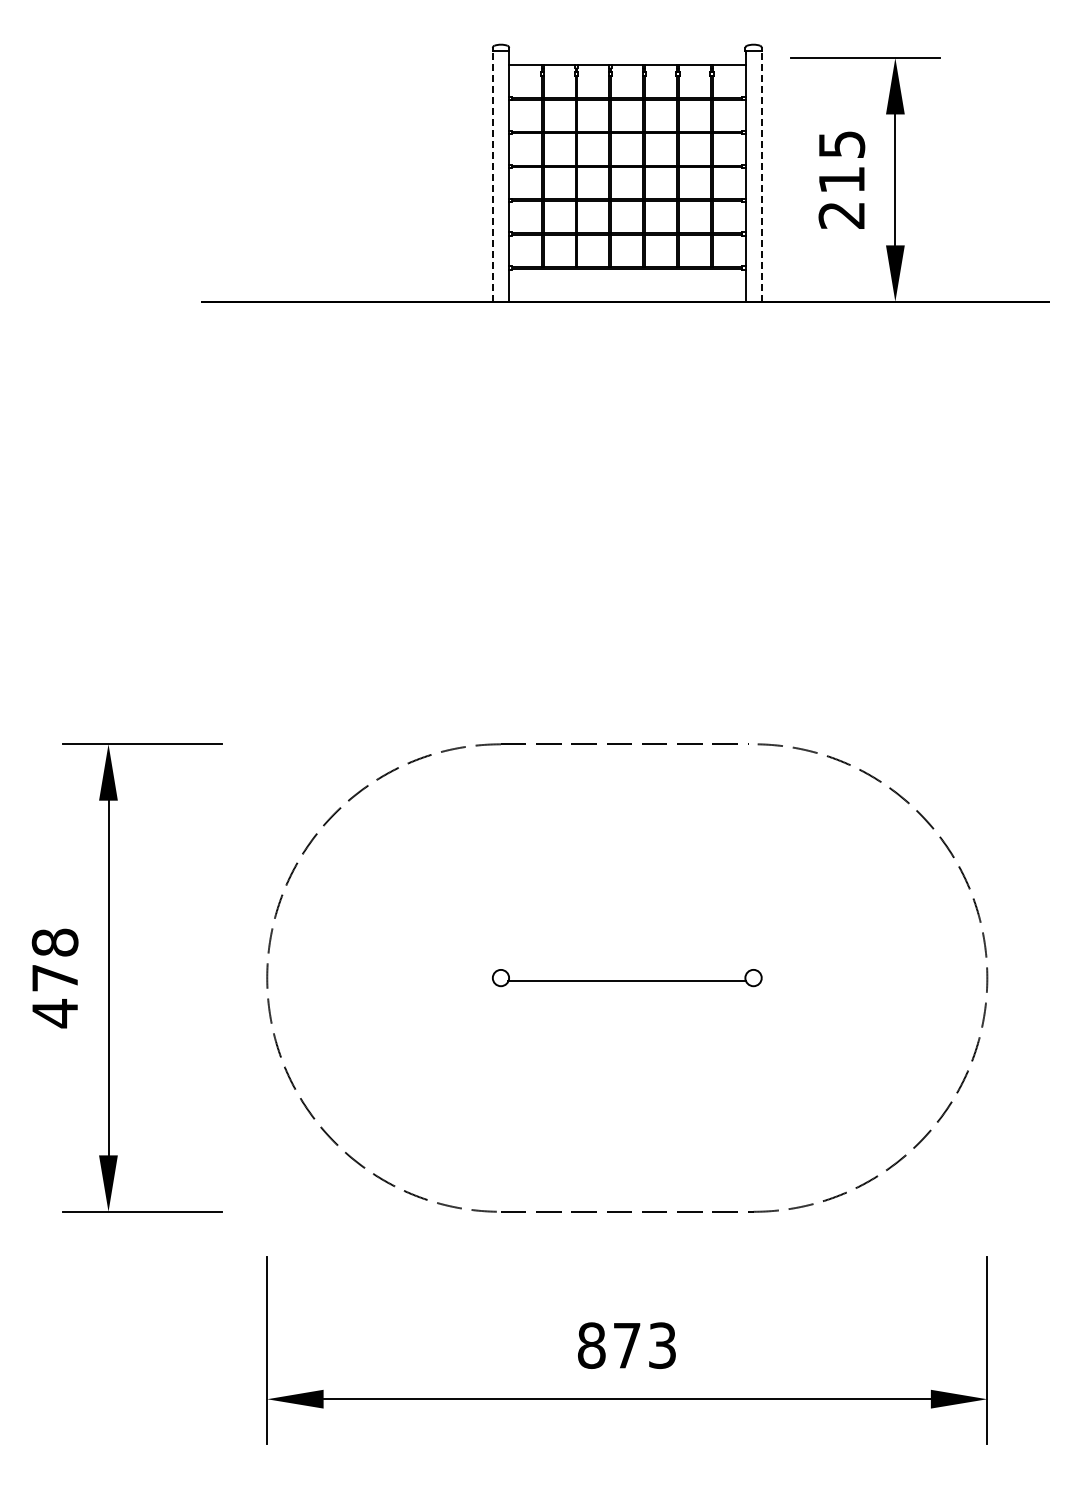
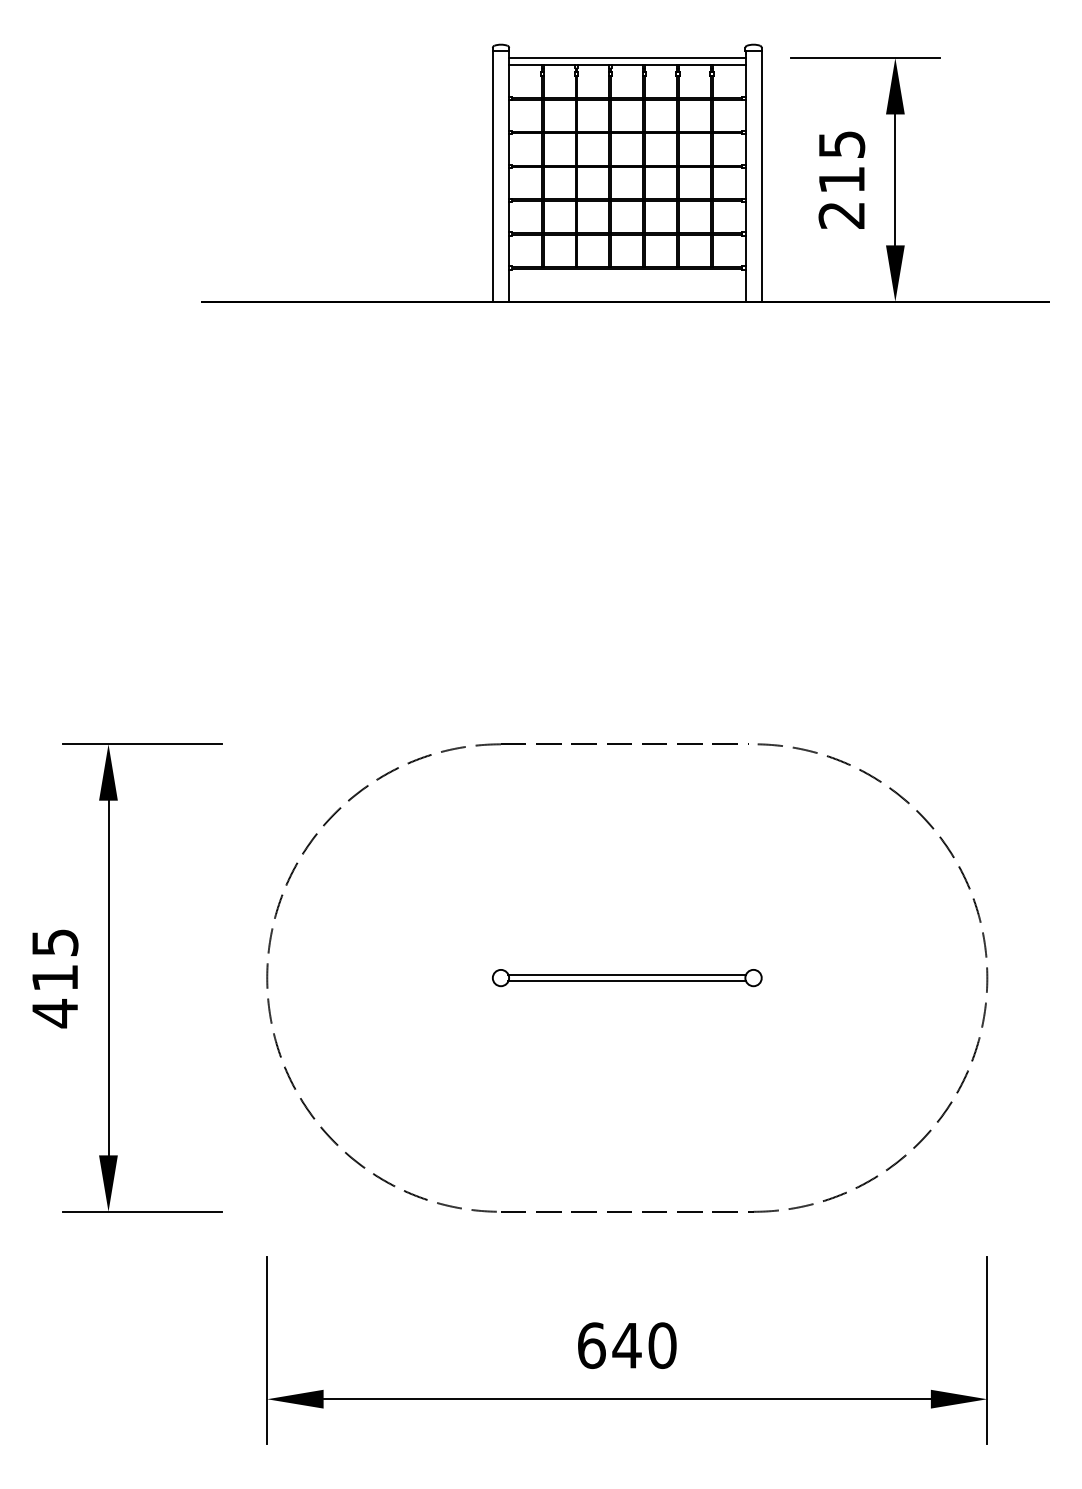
line at (626, 58): none -> present
line at (493, 176): dashed -> solid
line at (761, 176): dashed -> solid
text at (54, 959): 478 -> 415
line at (627, 974): none -> present
text at (627, 1345): 873 -> 640
